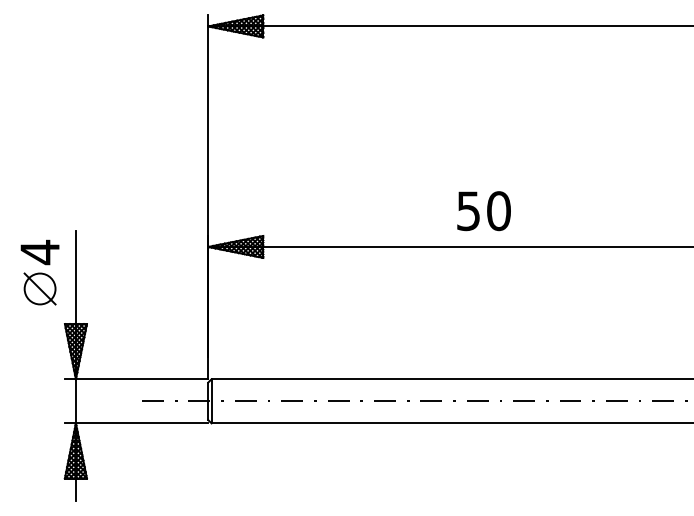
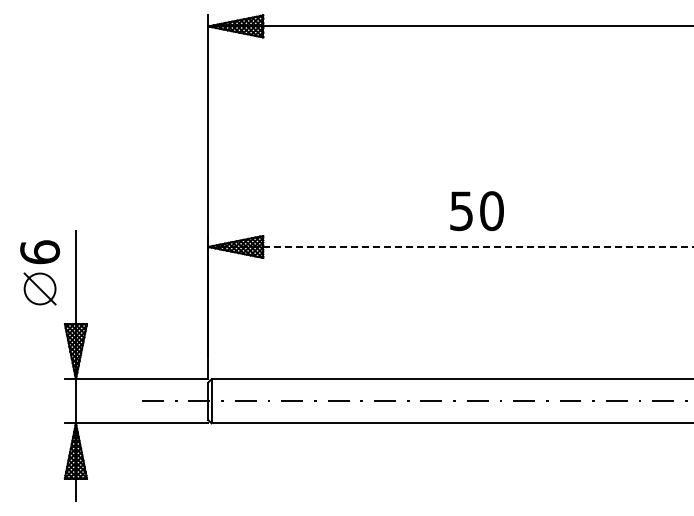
text at (483, 211) position: (483, 211) -> (476, 211)
line at (450, 246): solid -> dashed
text at (40, 252): 4 -> 6
